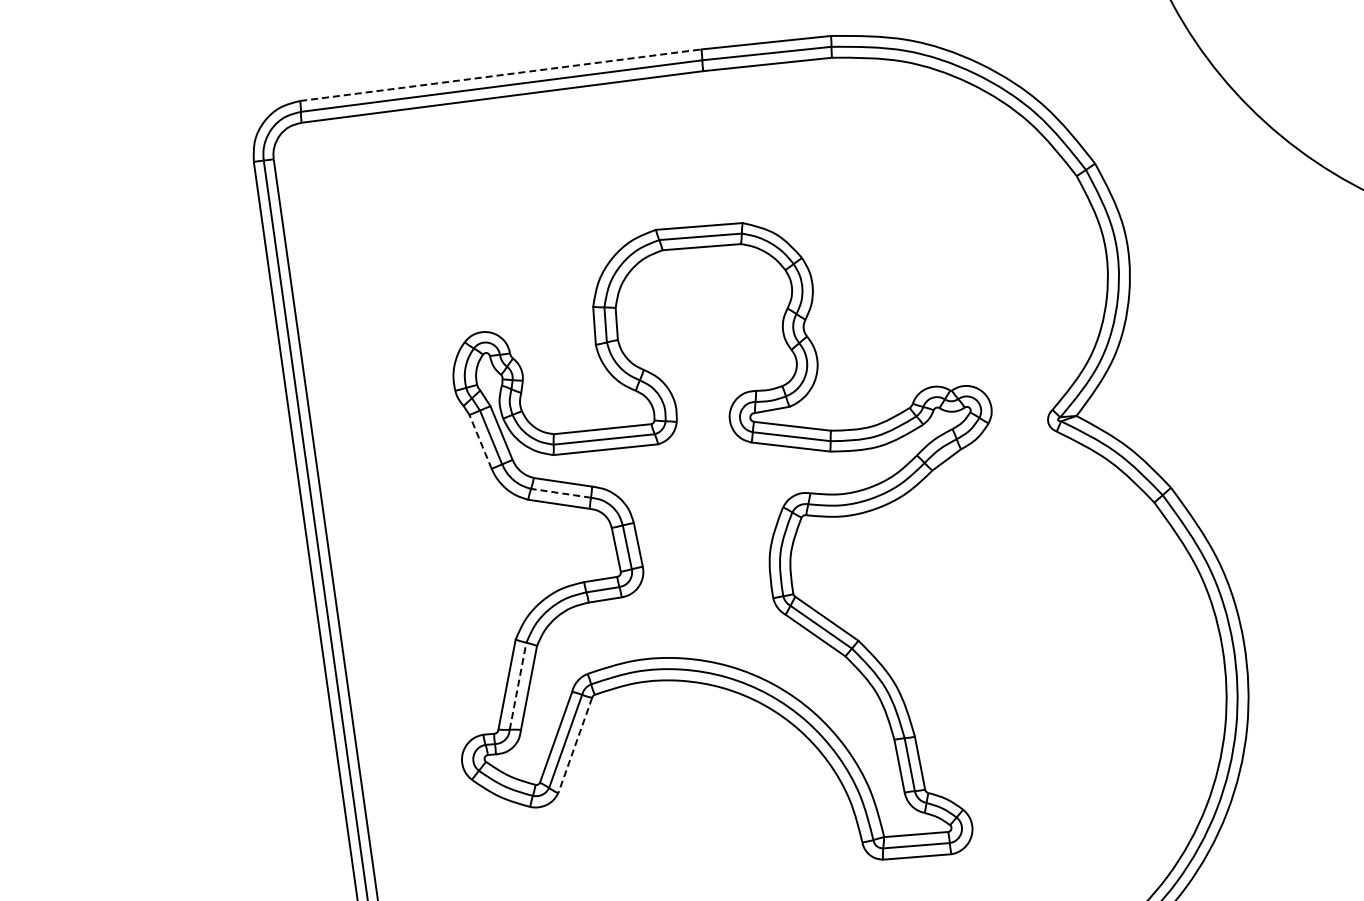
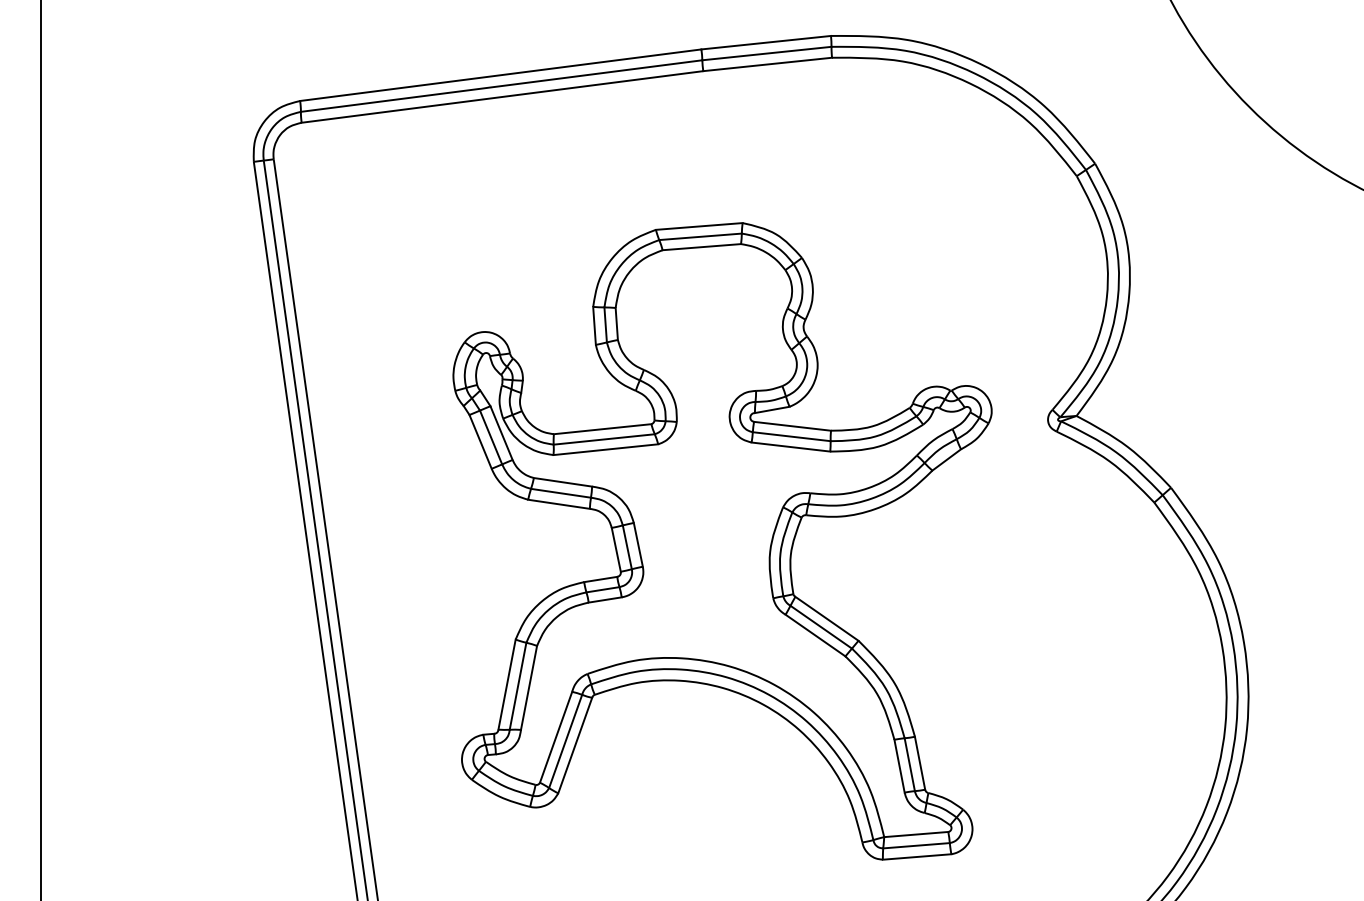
line at (501, 75): dashed -> solid
line at (480, 441): dashed -> solid
line at (40, 449): none -> present
line at (560, 493): dashed -> solid
line at (518, 685): dashed -> solid
line at (575, 745): dashed -> solid
